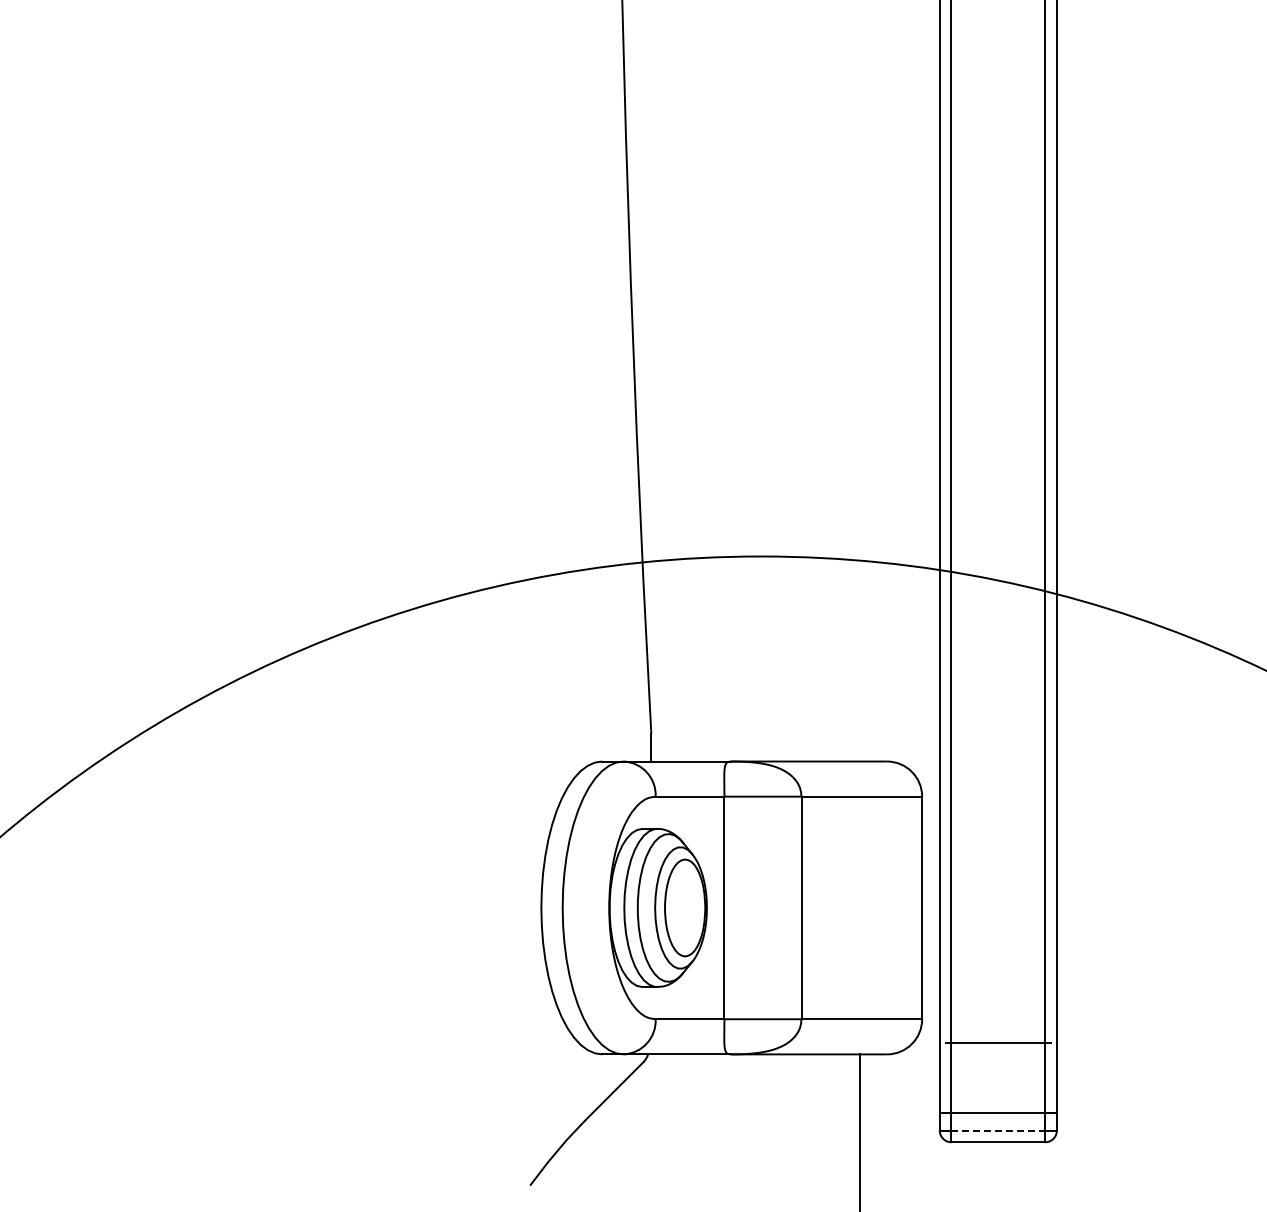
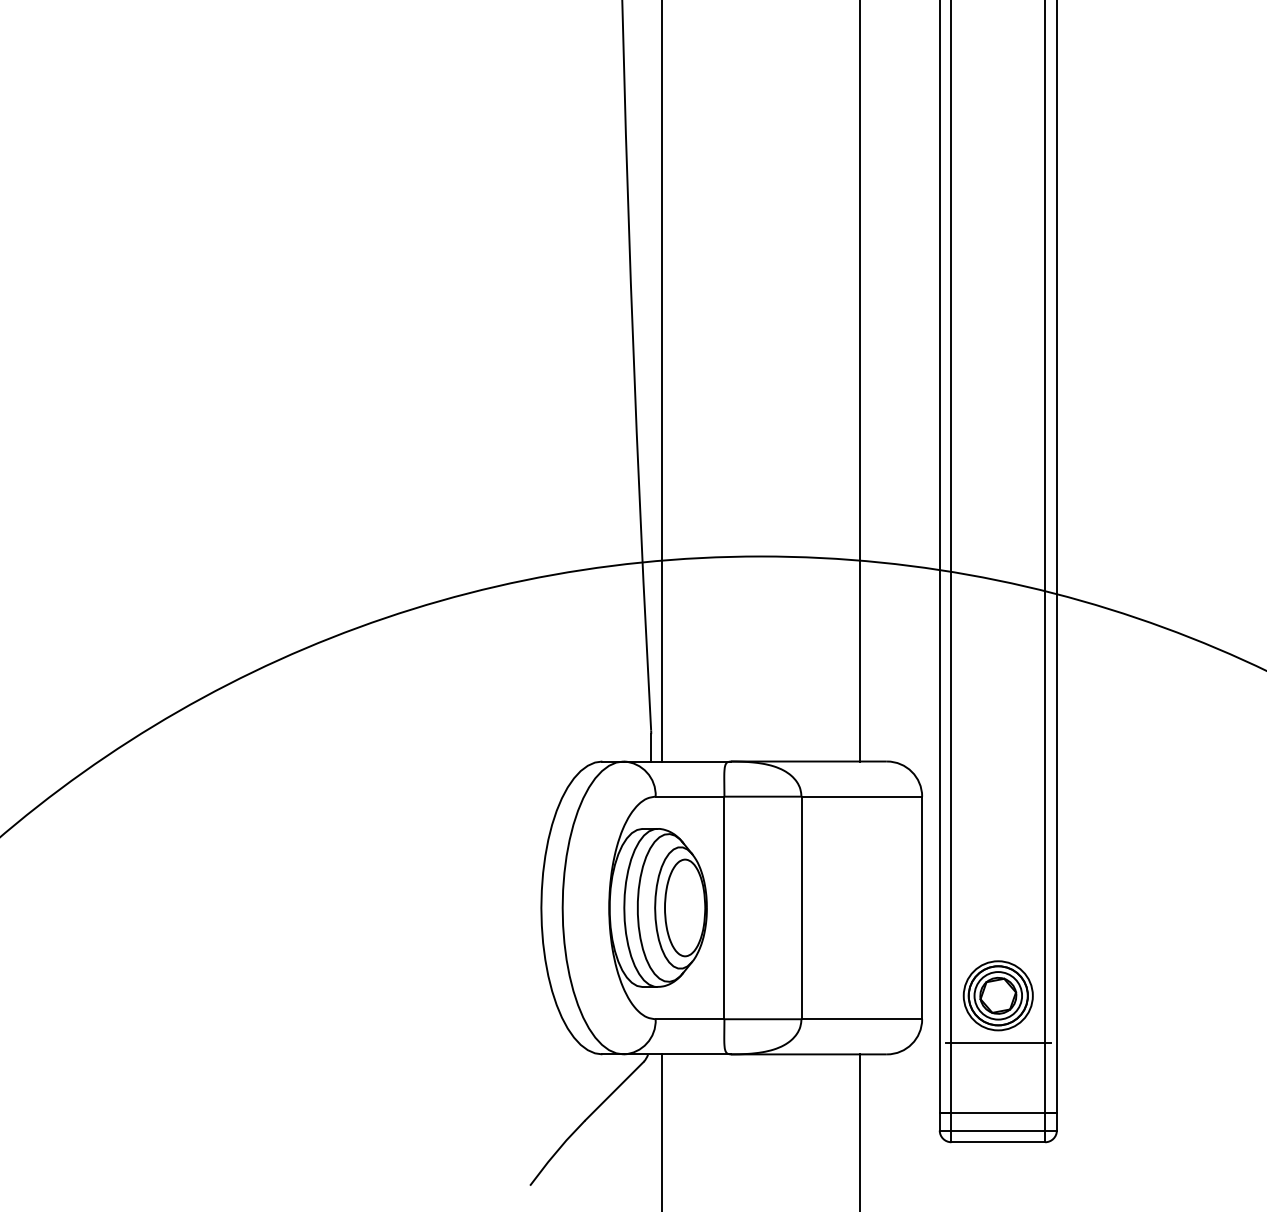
line at (662, 381): none -> present
line at (859, 381): none -> present
part at (997, 995): none -> present
line at (998, 1130): dashed -> solid
line at (662, 1131): none -> present
